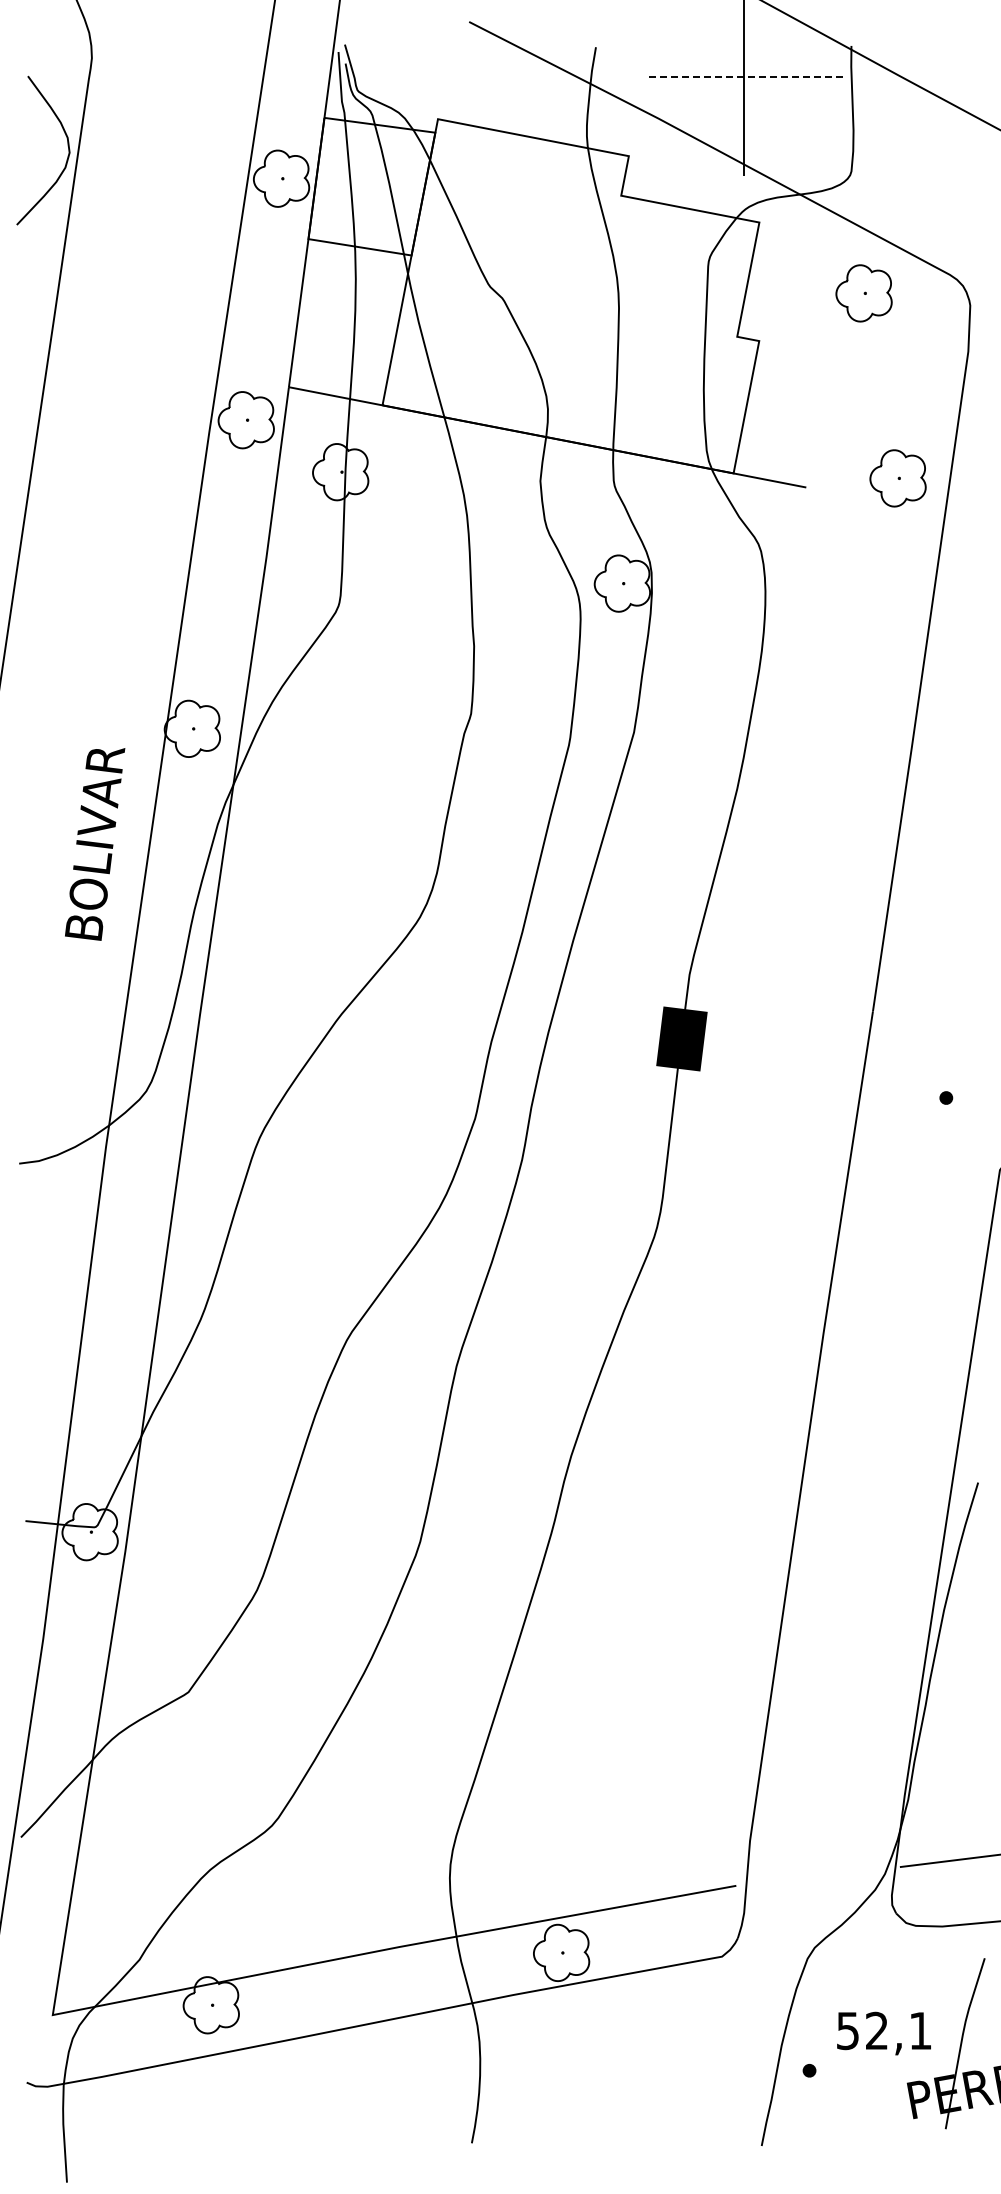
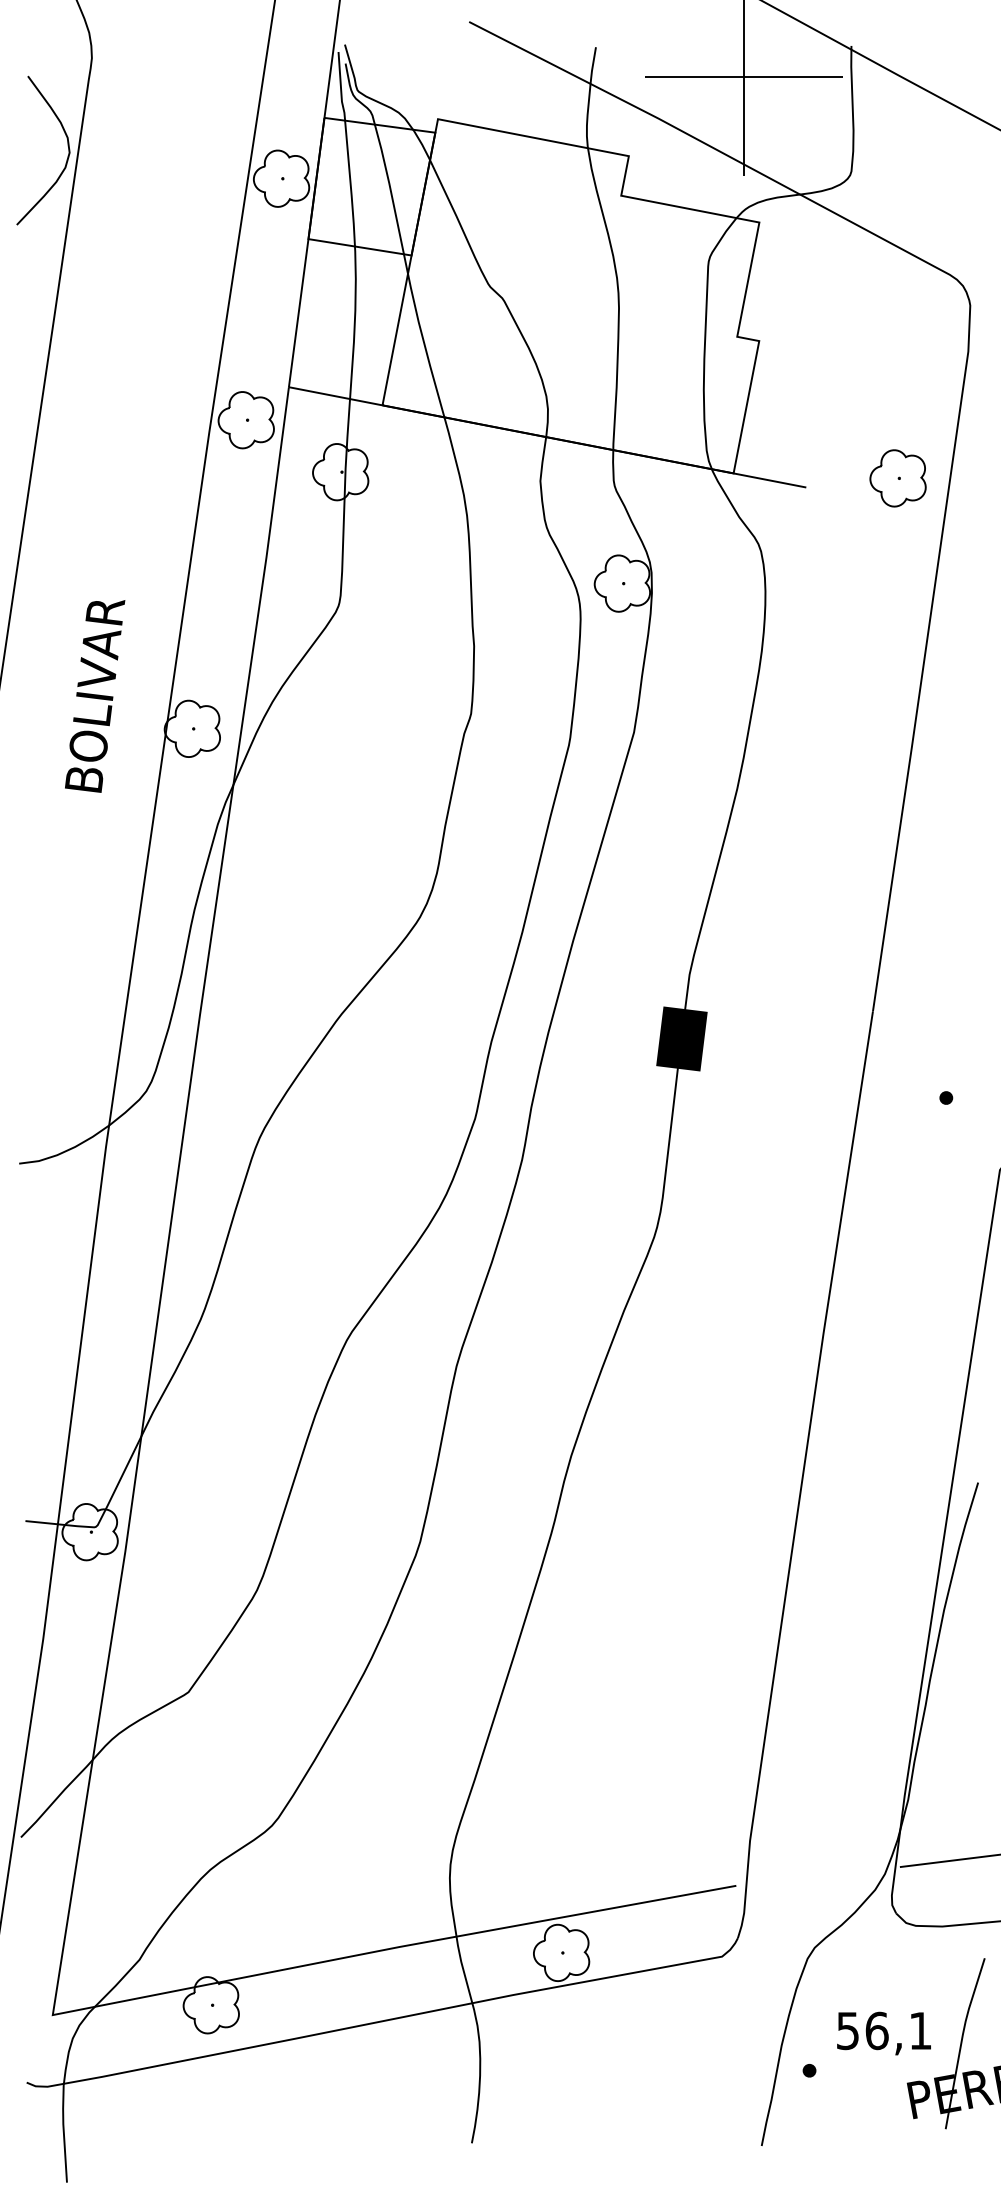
line at (744, 77): dashed -> solid
part at (863, 293): present -> none
text at (95, 844) position: (95, 844) -> (95, 696)
text at (876, 2030): 52,1 -> 56,1
